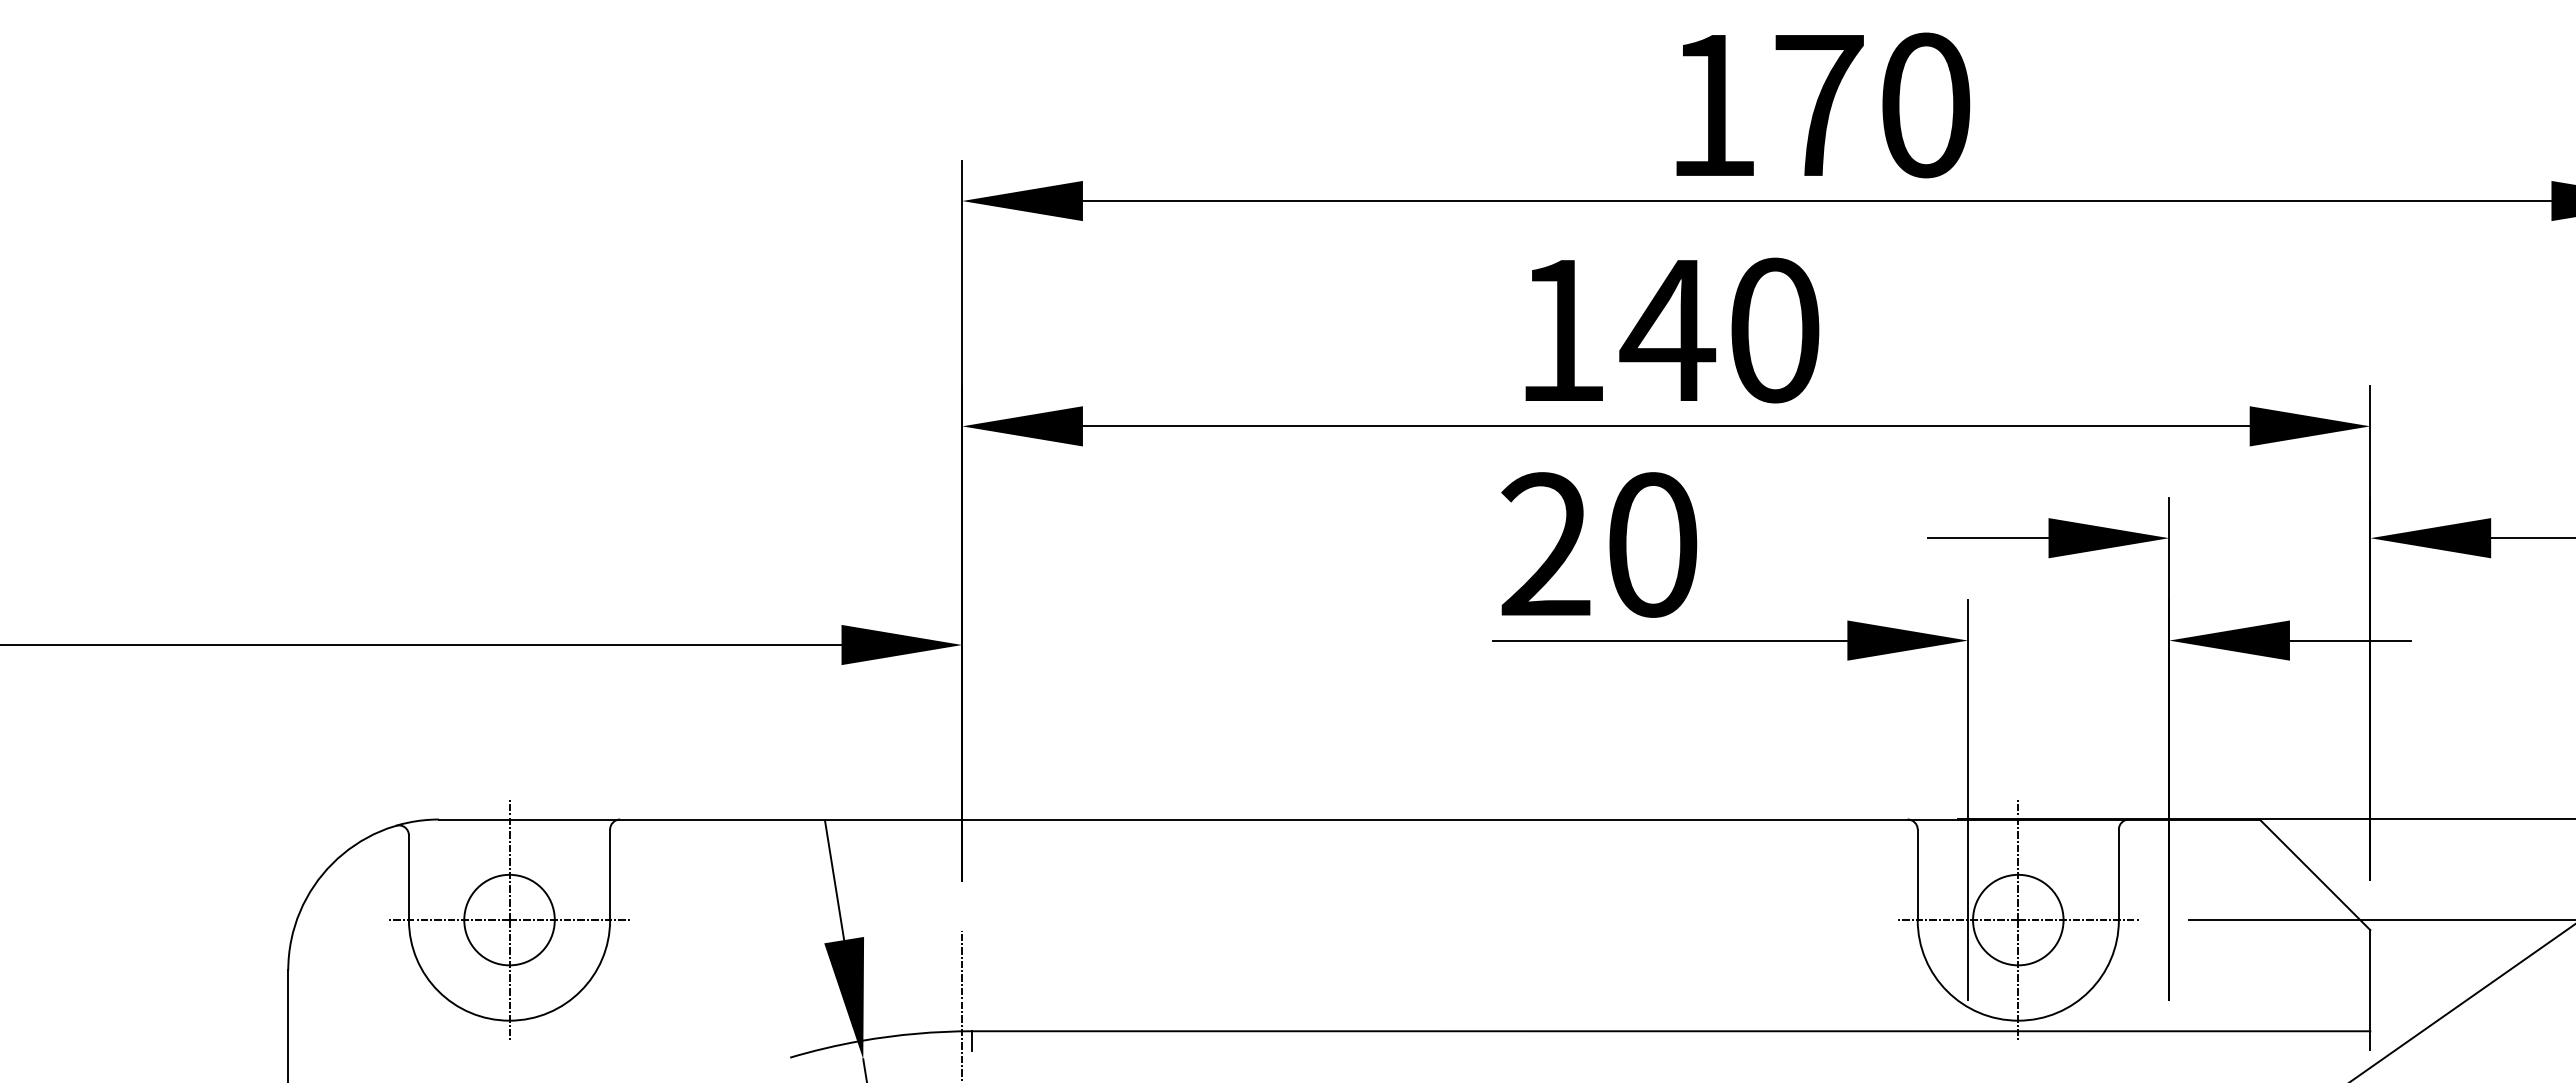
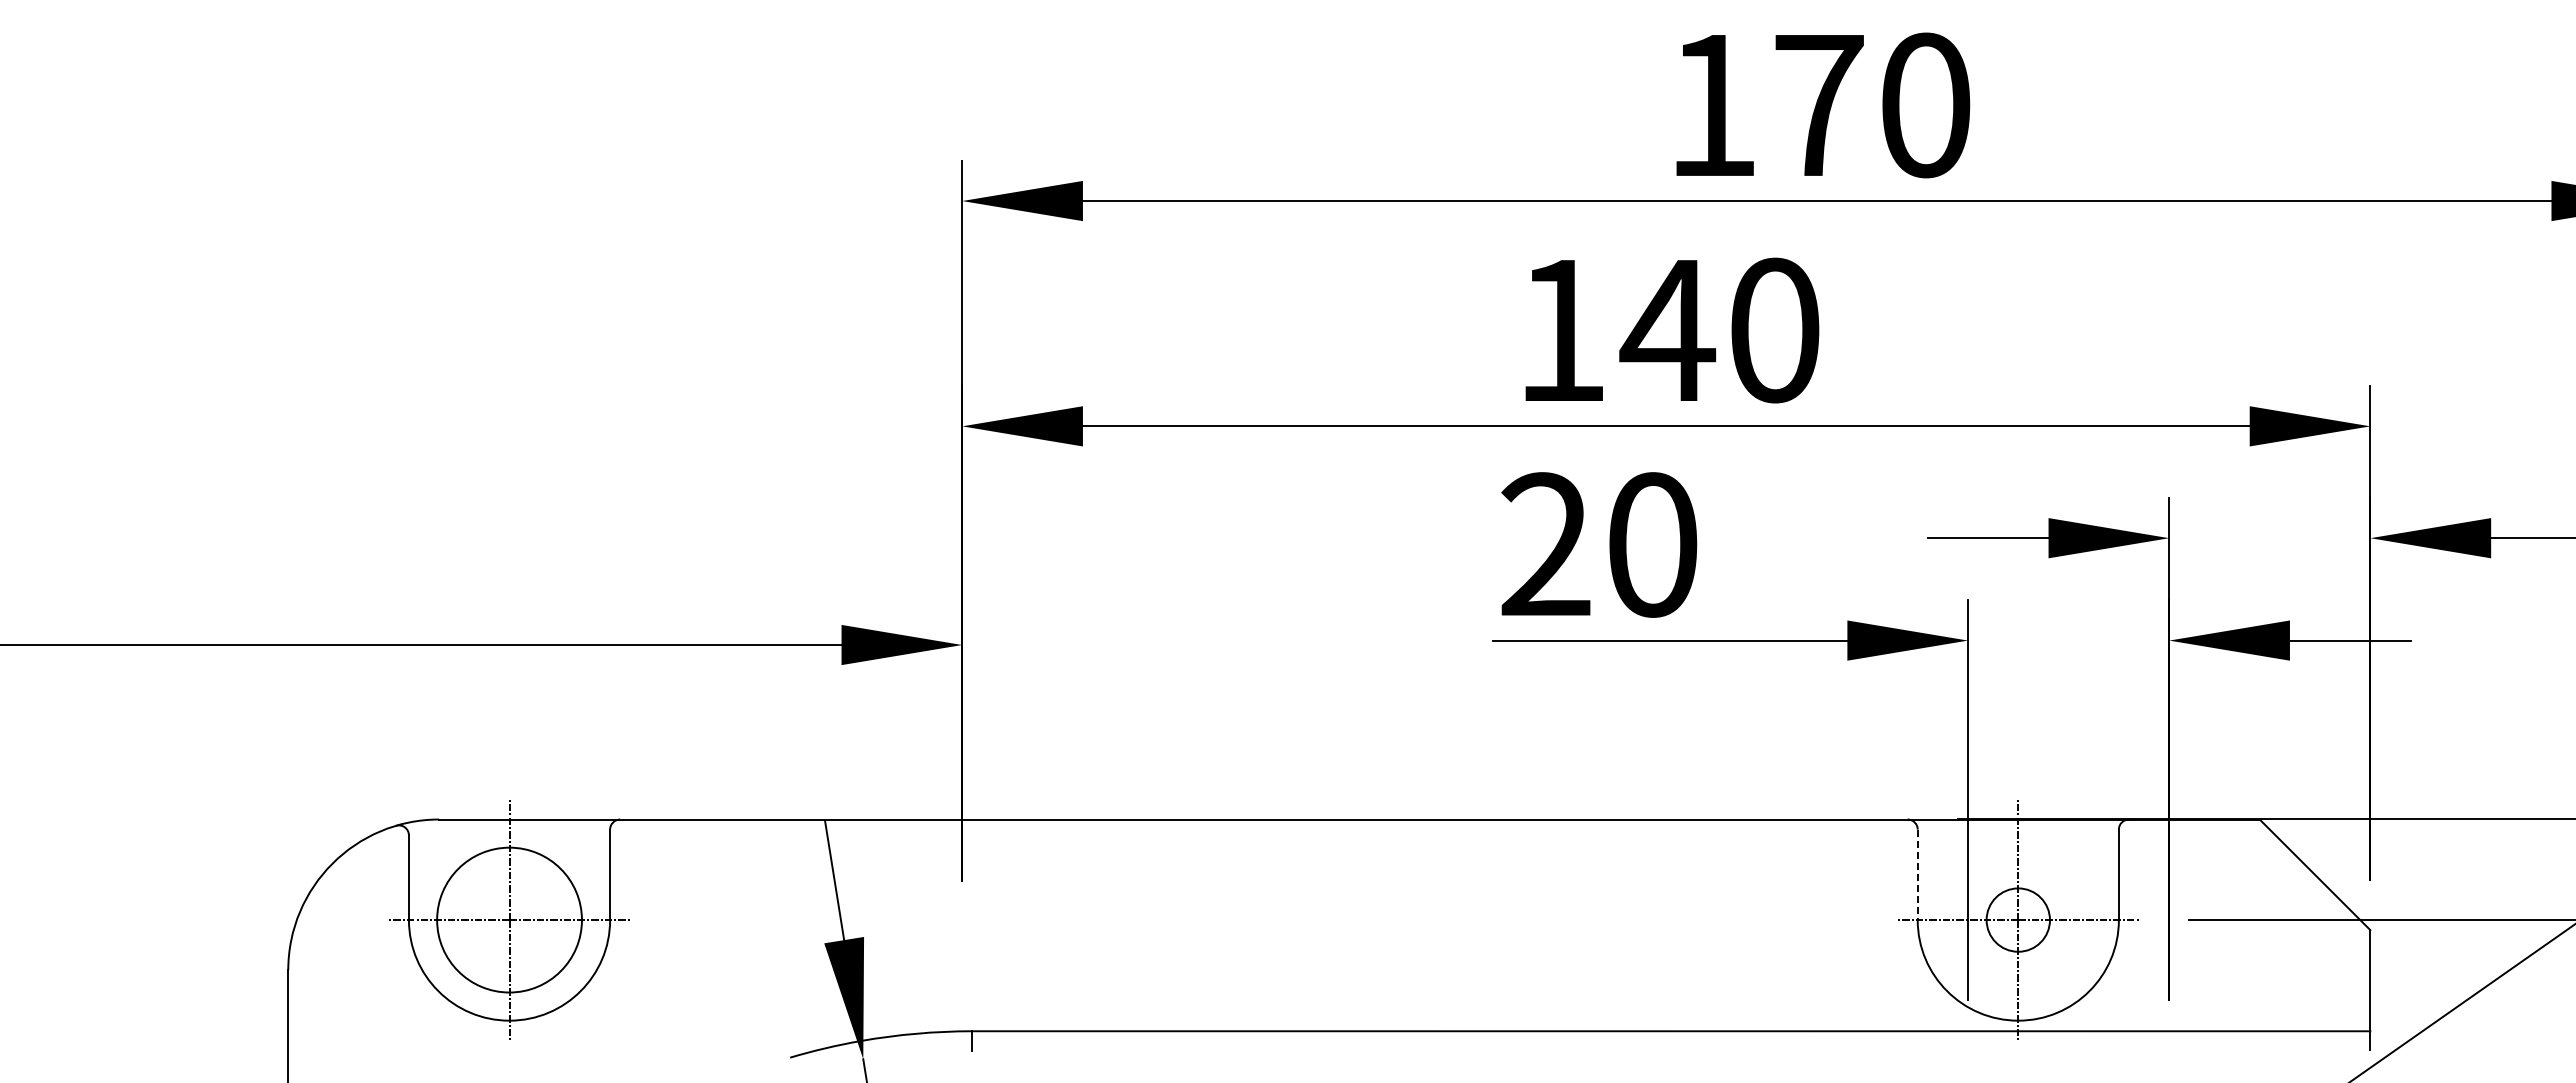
line at (1917, 875): solid -> dashed
circle at (509, 919) diameter: 91 px -> 145 px
circle at (2018, 919) diameter: 91 px -> 63 px
line at (962, 1005): present -> none
